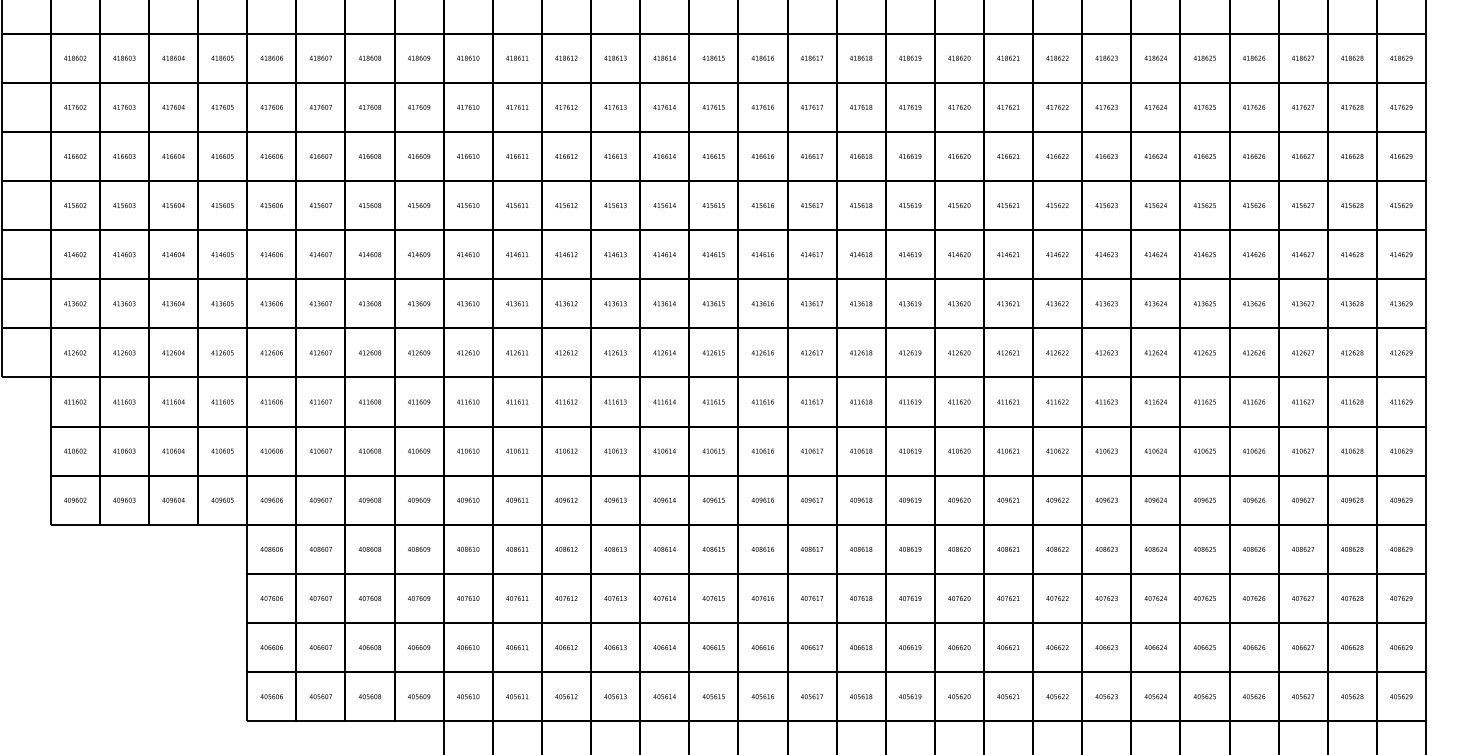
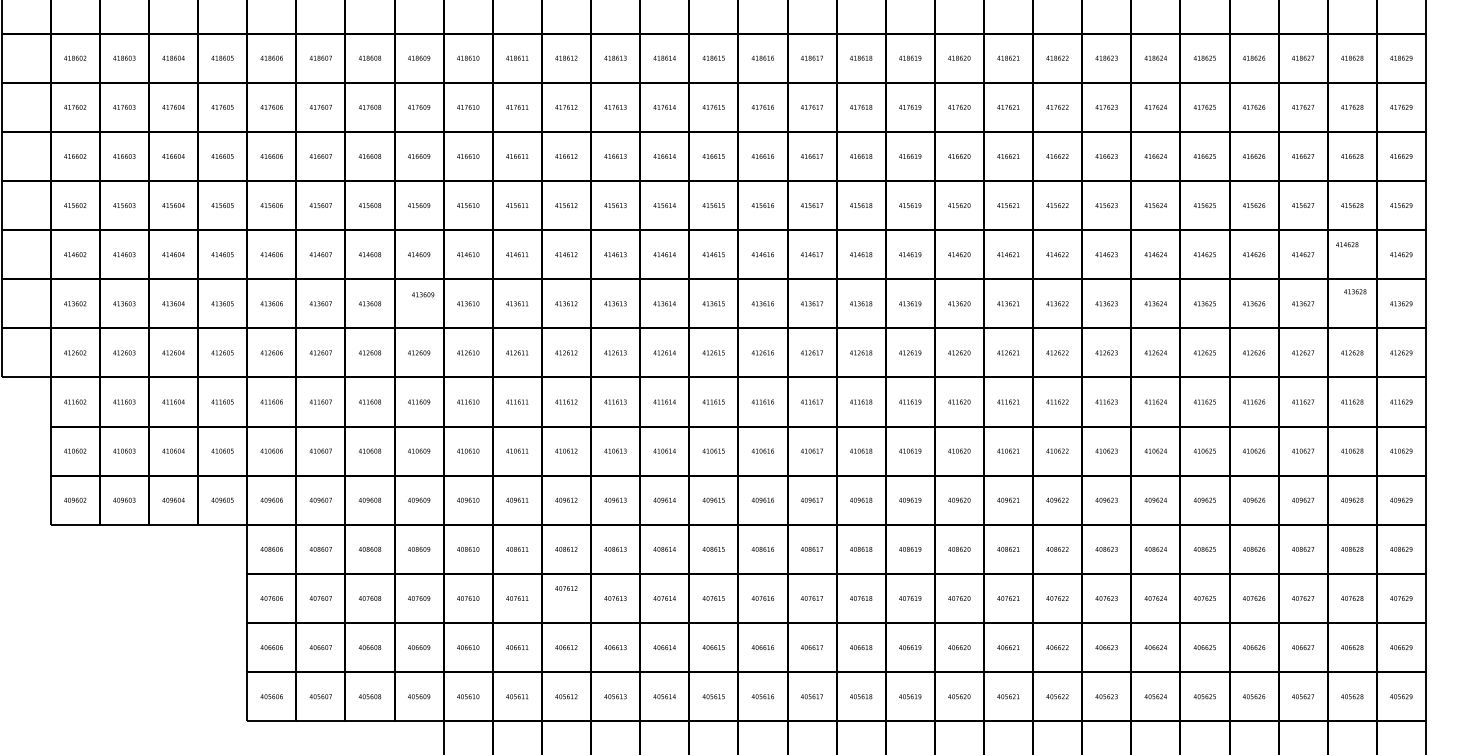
text at (1352, 254) position: (1352, 254) -> (1347, 244)
text at (419, 303) position: (419, 303) -> (423, 294)
text at (1352, 303) position: (1352, 303) -> (1355, 291)
text at (566, 598) position: (566, 598) -> (566, 588)
